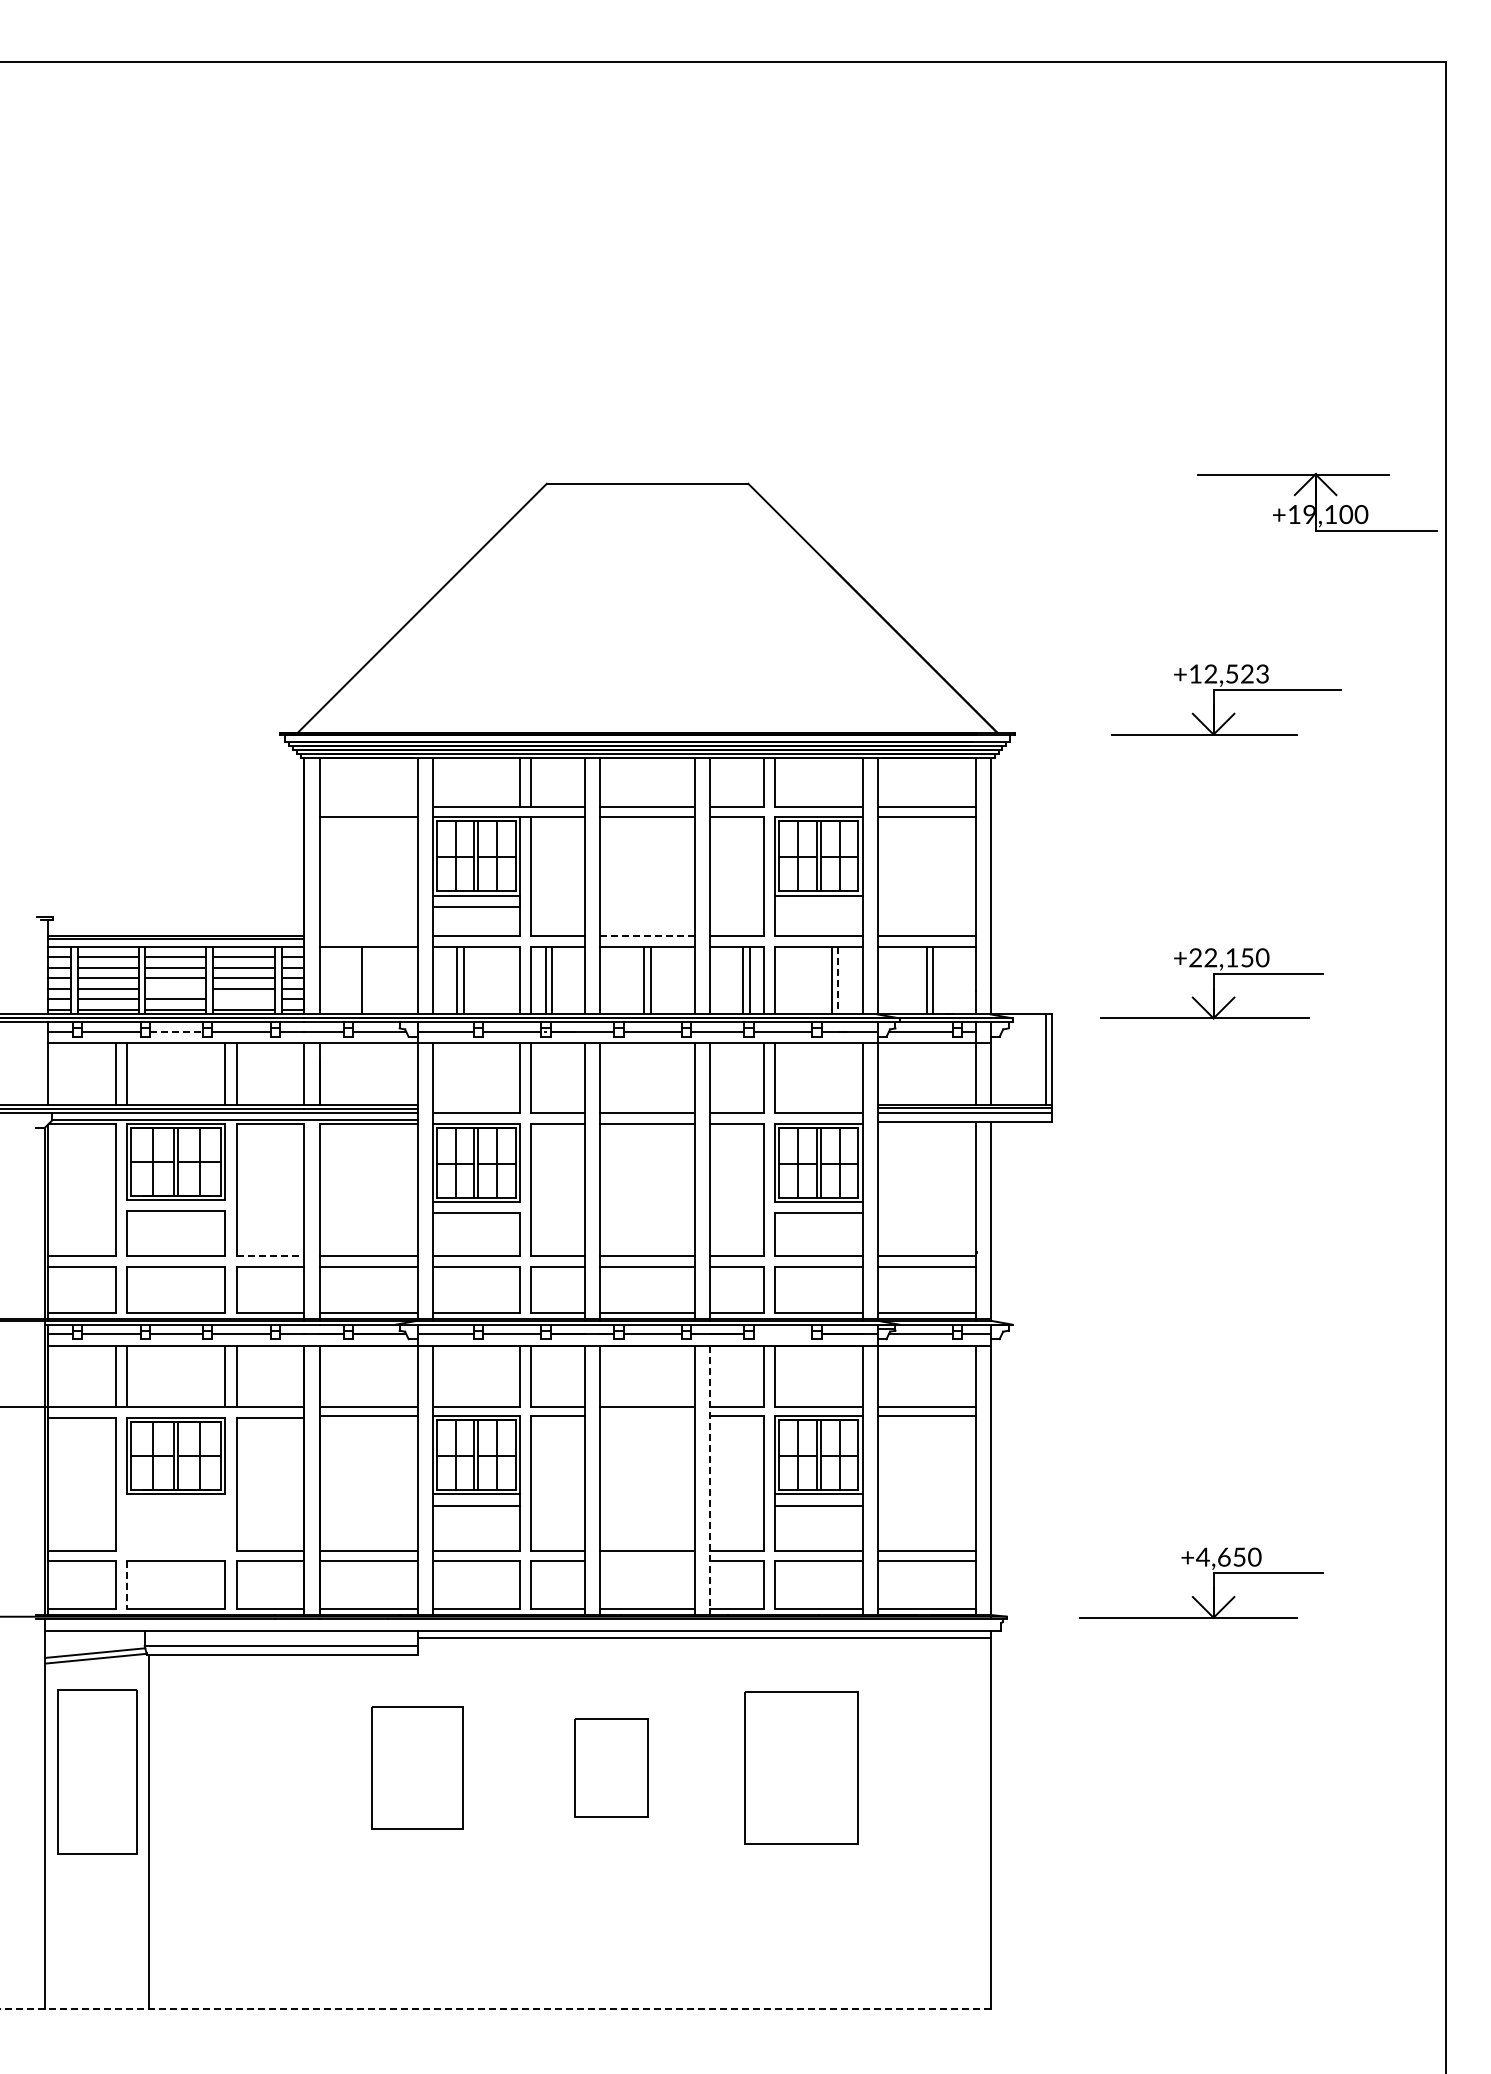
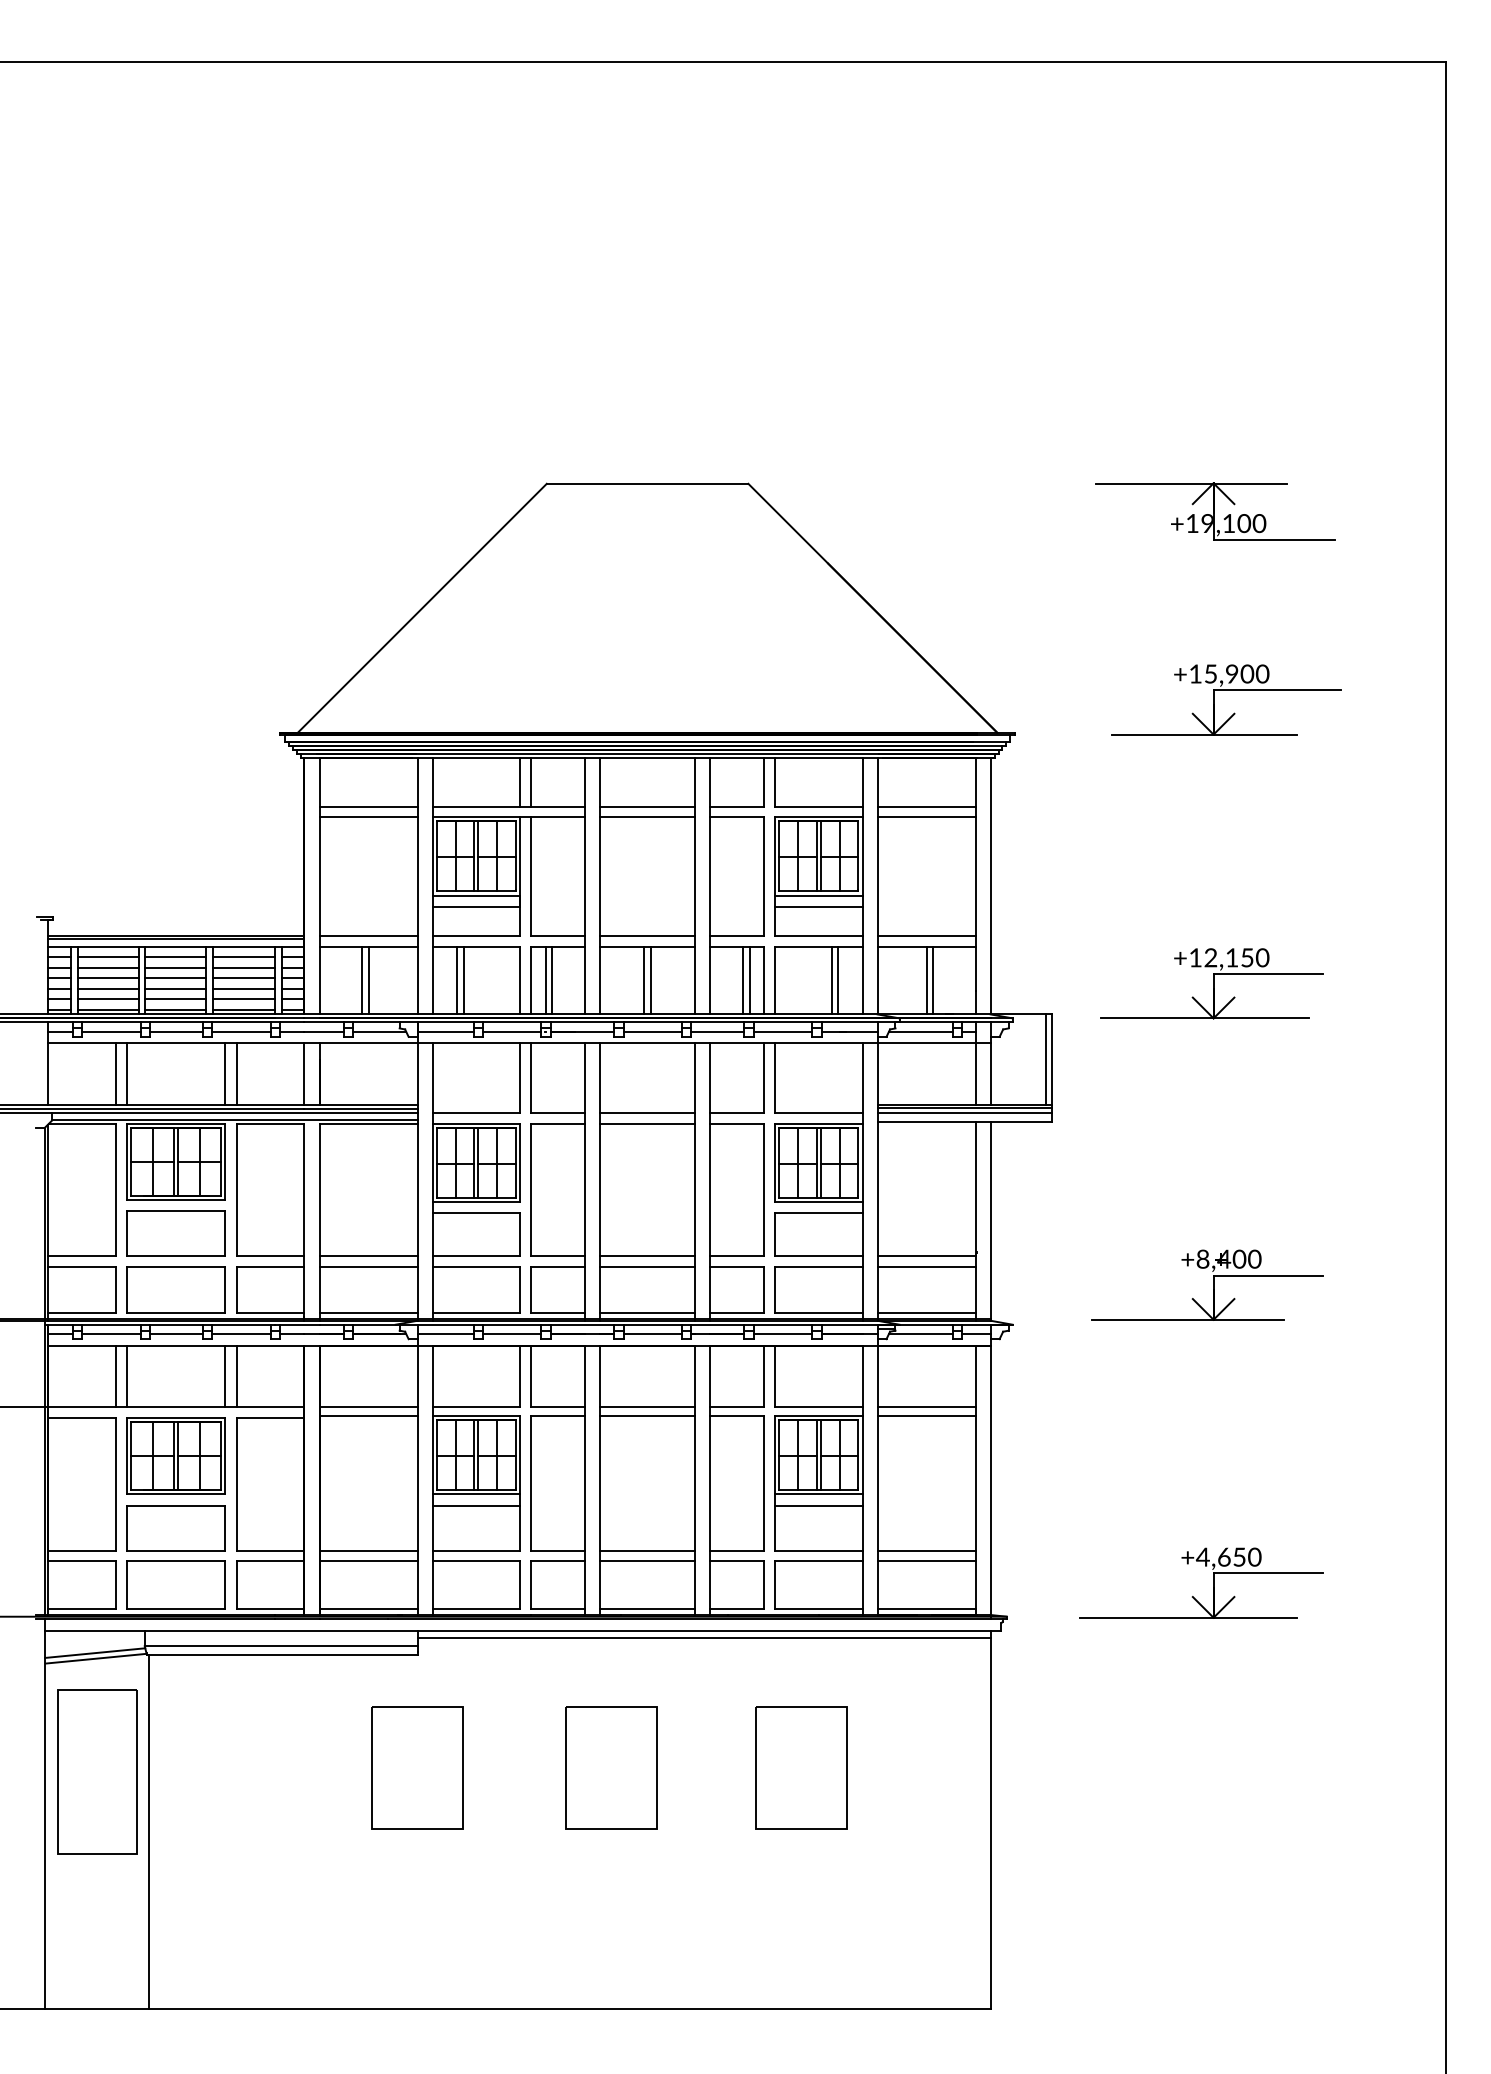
part at (1317, 502) position: (1317, 502) -> (1215, 511)
text at (1236, 673): +12,523 -> +15,900
line at (368, 806): none -> present
line at (818, 907): none -> present
line at (368, 936): none -> present
line at (648, 936): dashed -> solid
text at (1195, 957): +22,150 -> +12,150
line at (368, 980): none -> present
line at (838, 980): dashed -> solid
line at (175, 988): none -> present
line at (243, 999): none -> present
line at (176, 1032): dashed -> solid
line at (270, 1256): dashed -> solid
part at (1207, 1284): none -> present
line at (782, 1334): none -> present
line at (647, 1416): none -> present
line at (709, 1480): dashed -> solid
part at (175, 1528): none -> present
line at (647, 1561): none -> present
line at (127, 1585): dashed -> solid
part at (611, 1767) size: 75x100 px -> 93x124 px
part at (801, 1767) size: 115x154 px -> 93x124 px
line at (495, 2008): dashed -> solid
